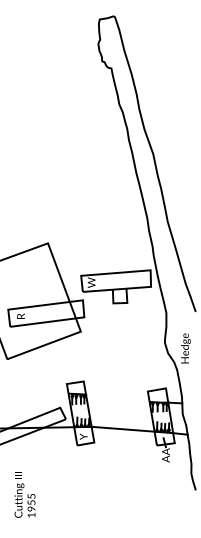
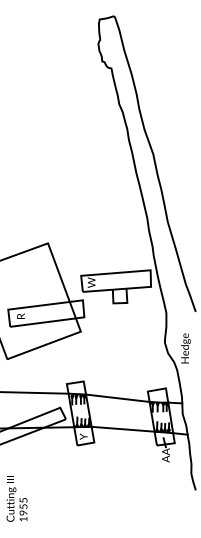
line at (35, 392): none -> present
line at (117, 397): none -> present
text at (24, 494) position: (24, 494) -> (16, 498)
